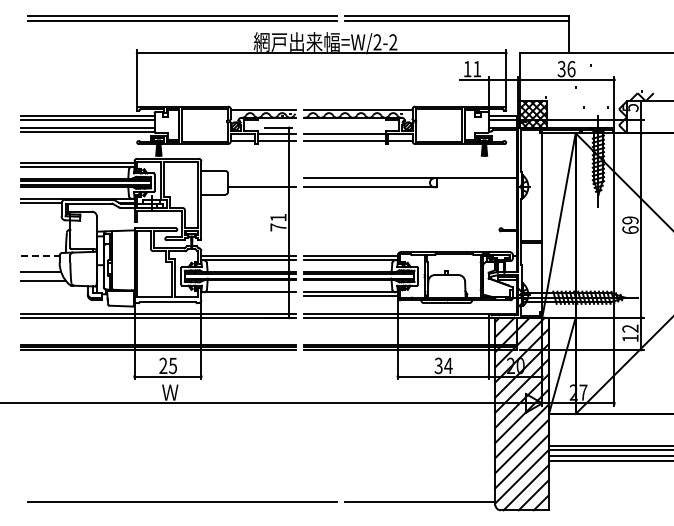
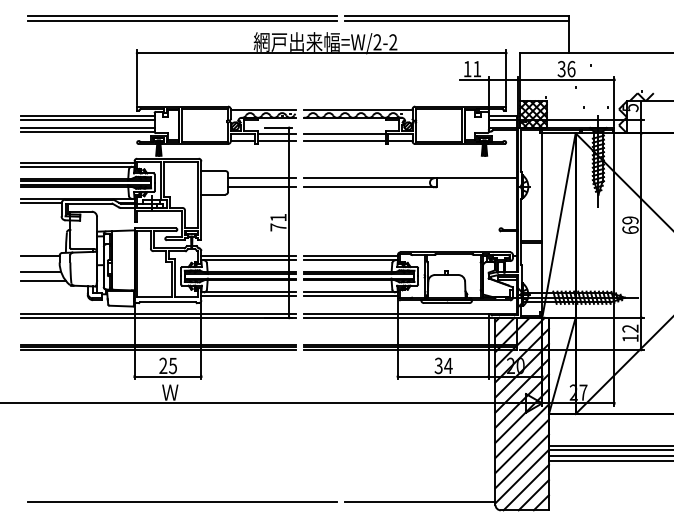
line at (261, 178): none -> present
line at (40, 256): dashed -> solid
line at (248, 296): none -> present
